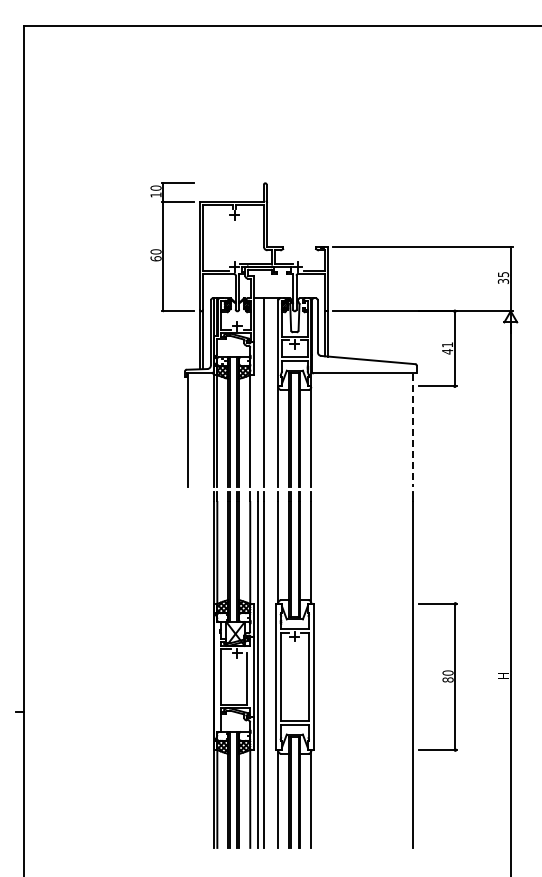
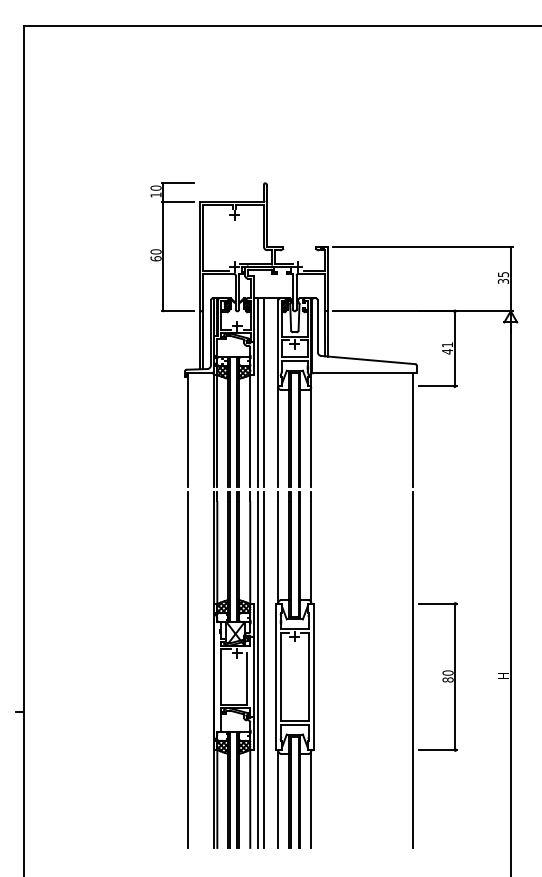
line at (257, 392): none -> present
line at (413, 430): dashed -> solid
line at (187, 669): none -> present
